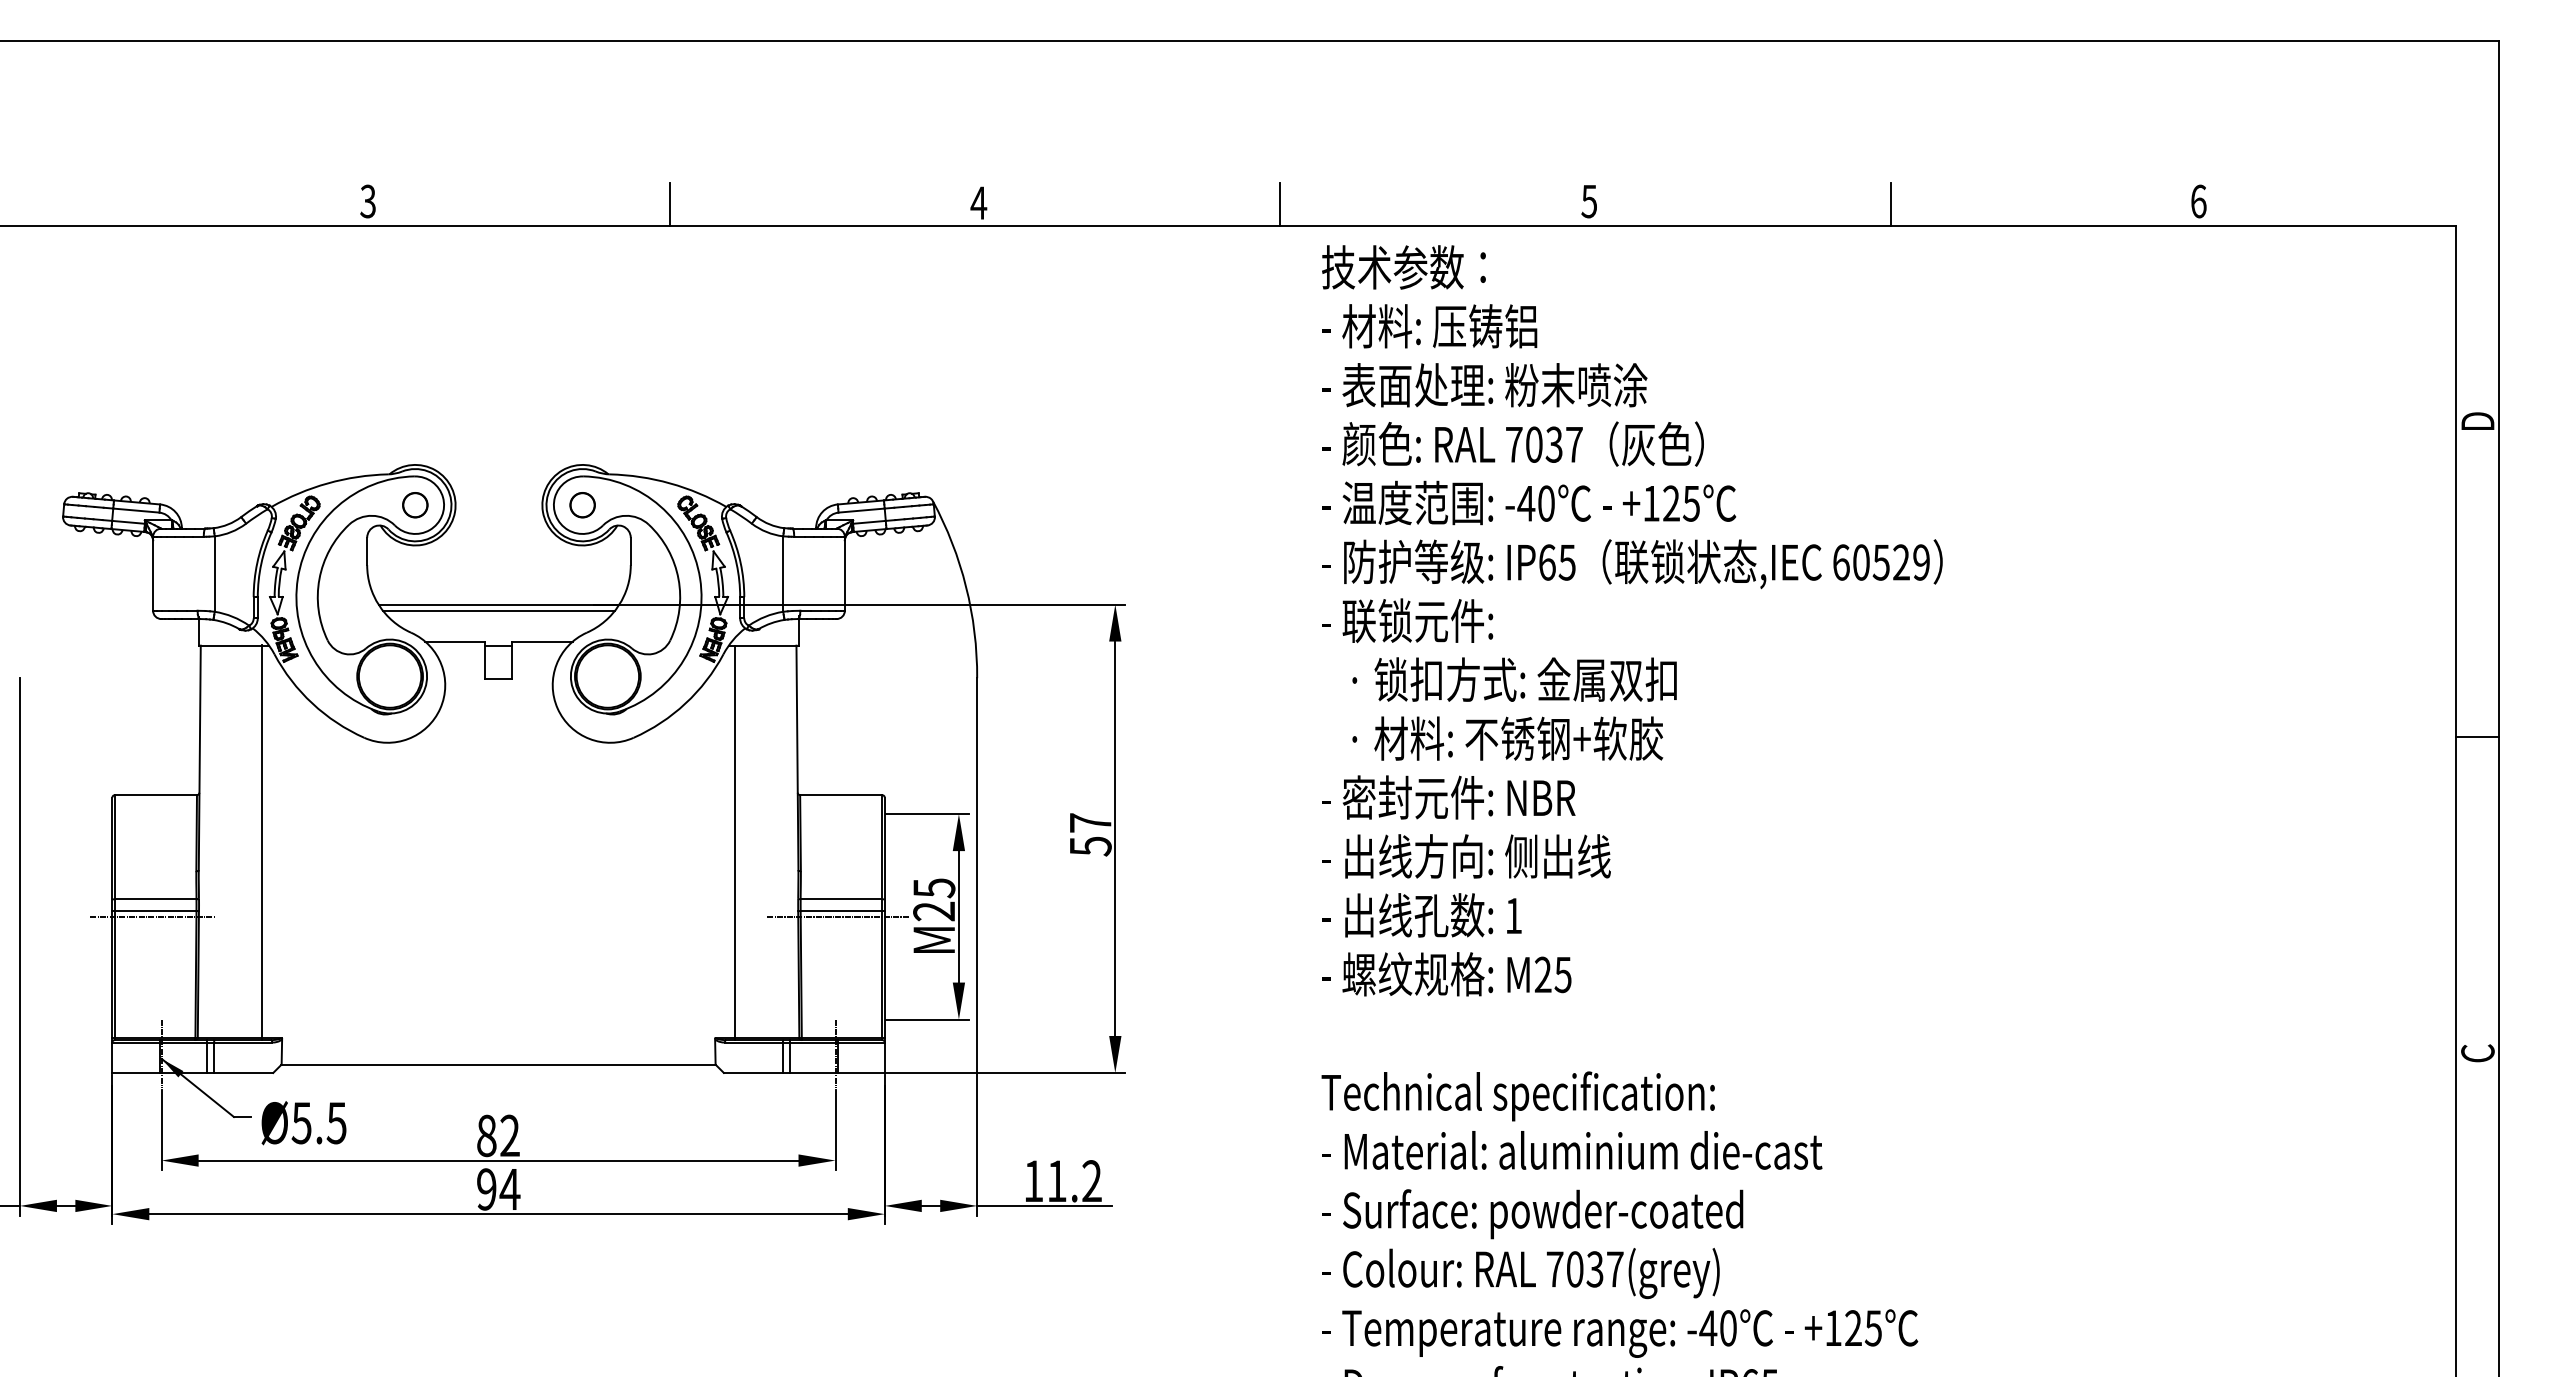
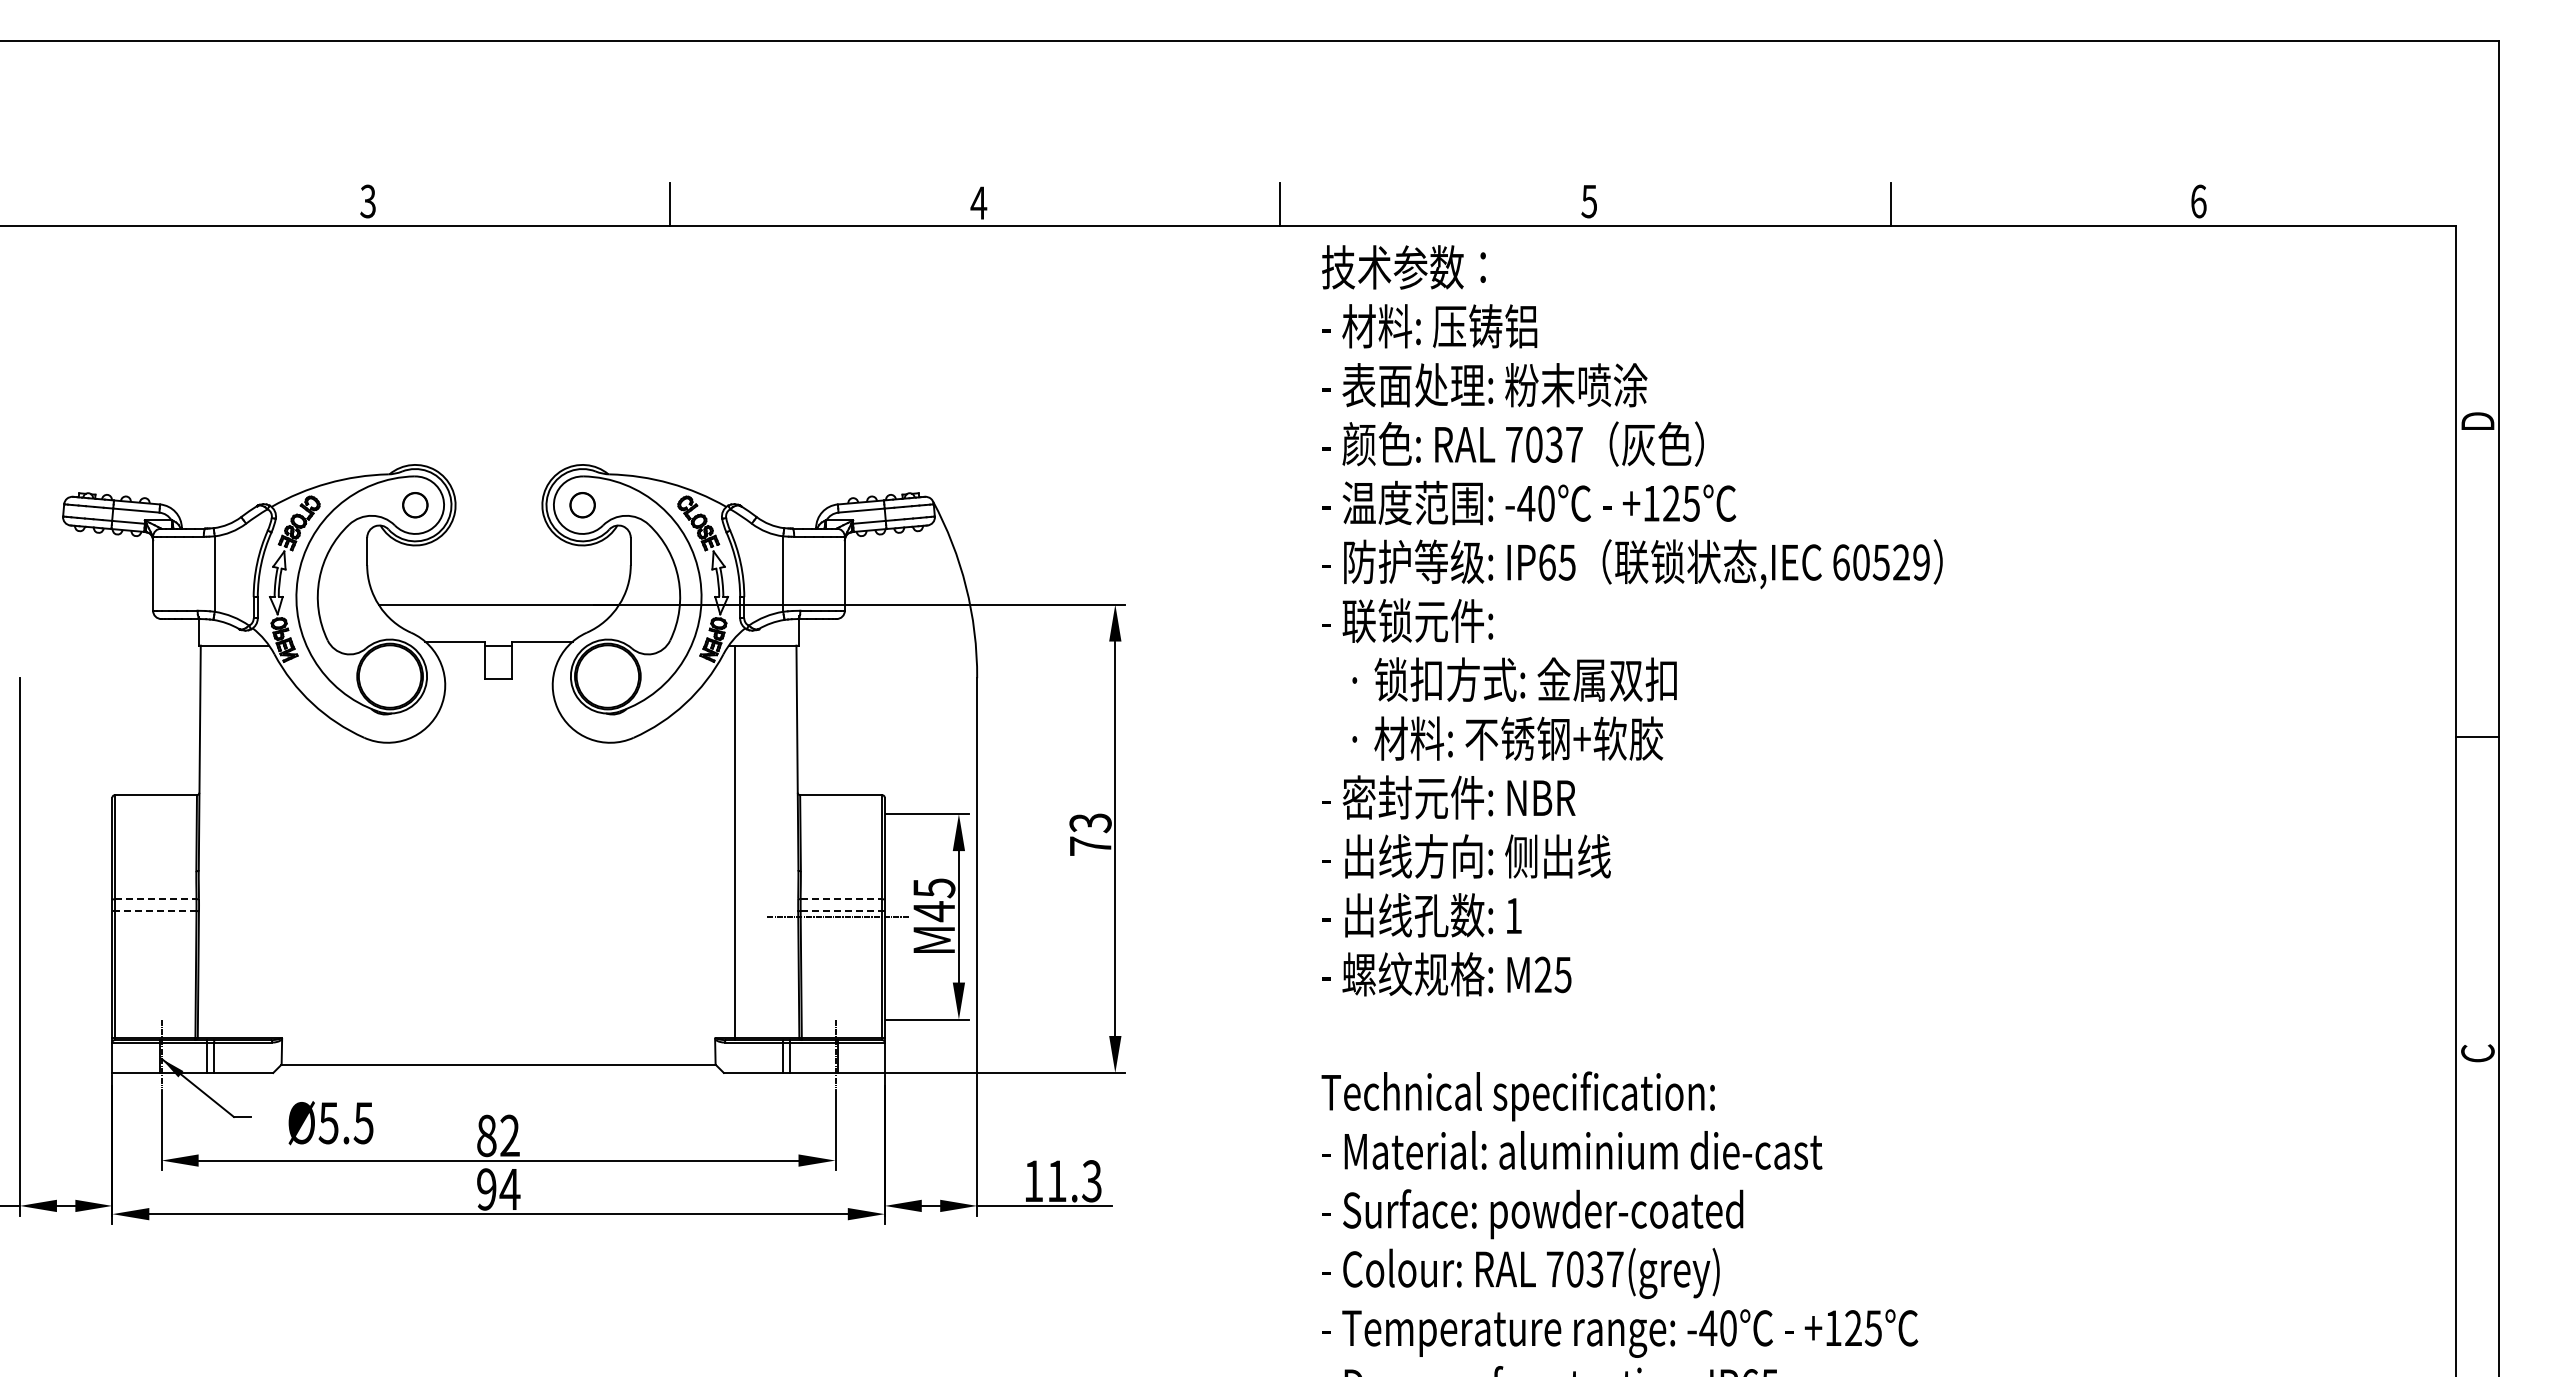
line at (498, 611): present -> none
text at (1090, 834): 57 -> 73
line at (262, 842): present -> none
line at (155, 899): solid -> dashed
line at (841, 899): solid -> dashed
line at (153, 911): solid -> dashed
line at (842, 911): solid -> dashed
text at (933, 911): M25 -> M45
line at (152, 916): present -> none
text at (303, 1123) position: (303, 1123) -> (330, 1123)
text at (1091, 1181): 11.2 -> 11.3
